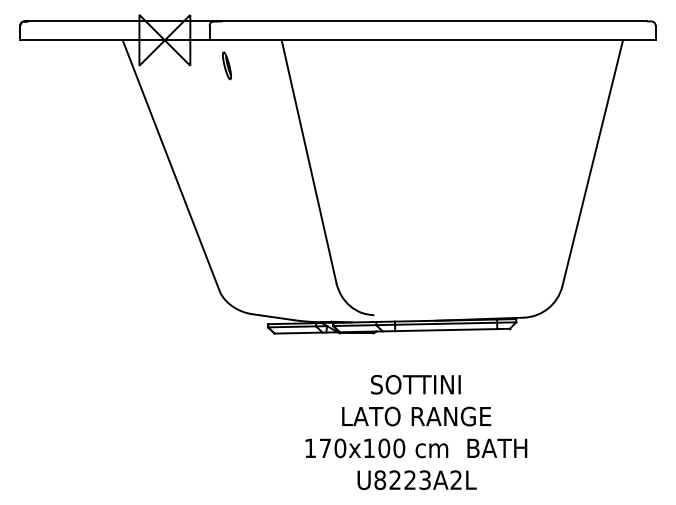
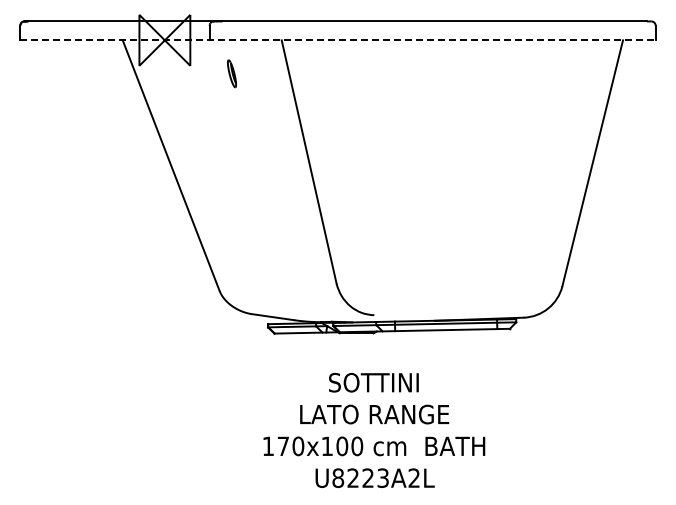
line at (338, 40): solid -> dashed
part at (226, 65) position: (226, 65) -> (231, 73)
text at (416, 432) position: (416, 432) -> (374, 430)
